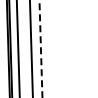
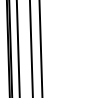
line at (40, 49): dashed -> solid
